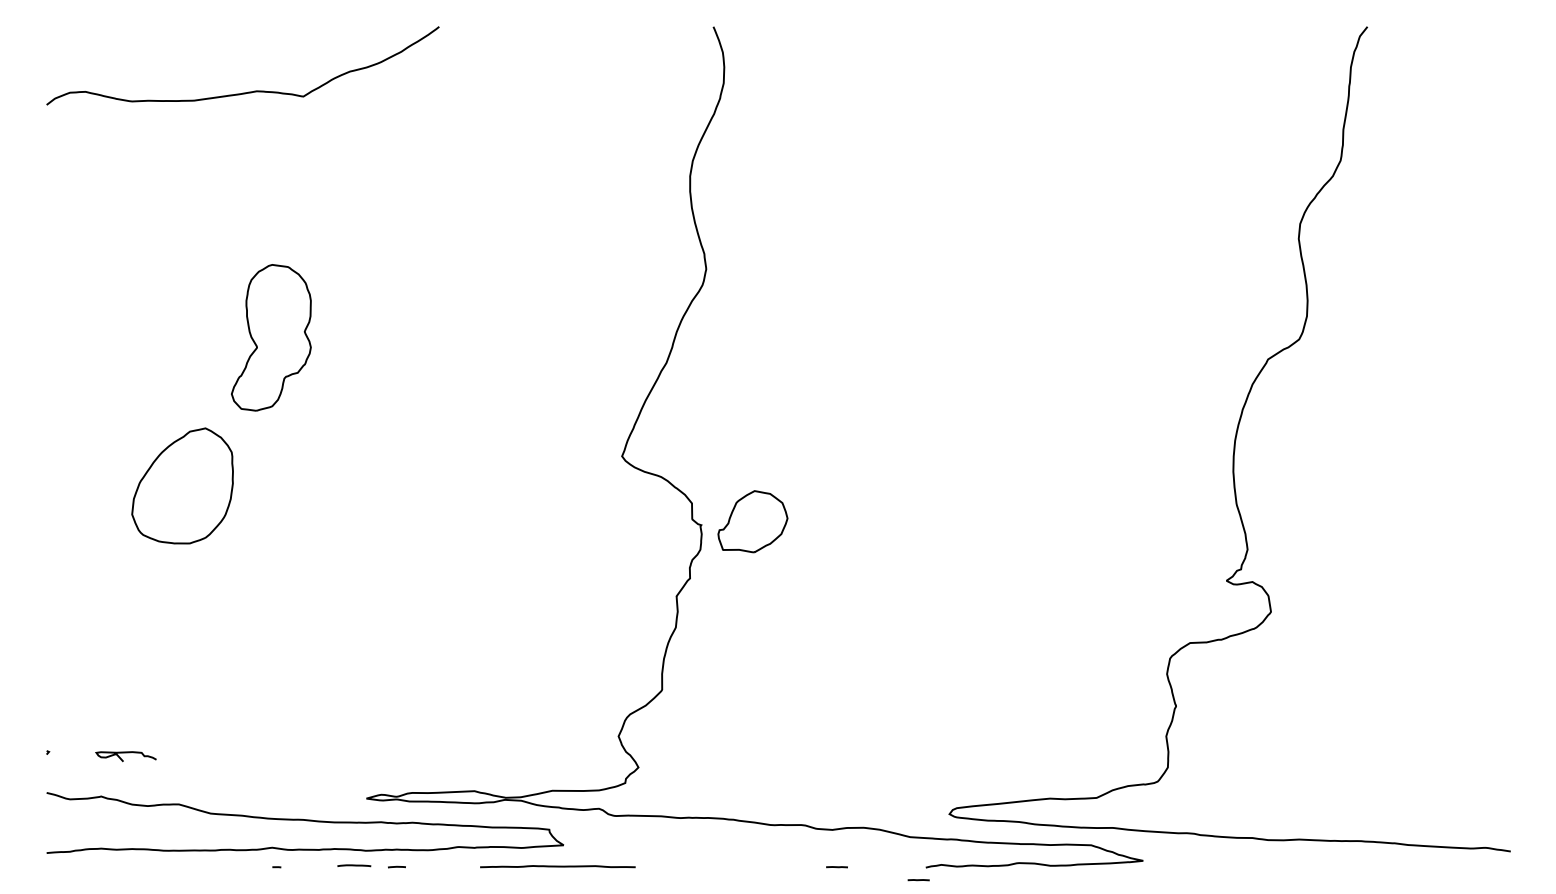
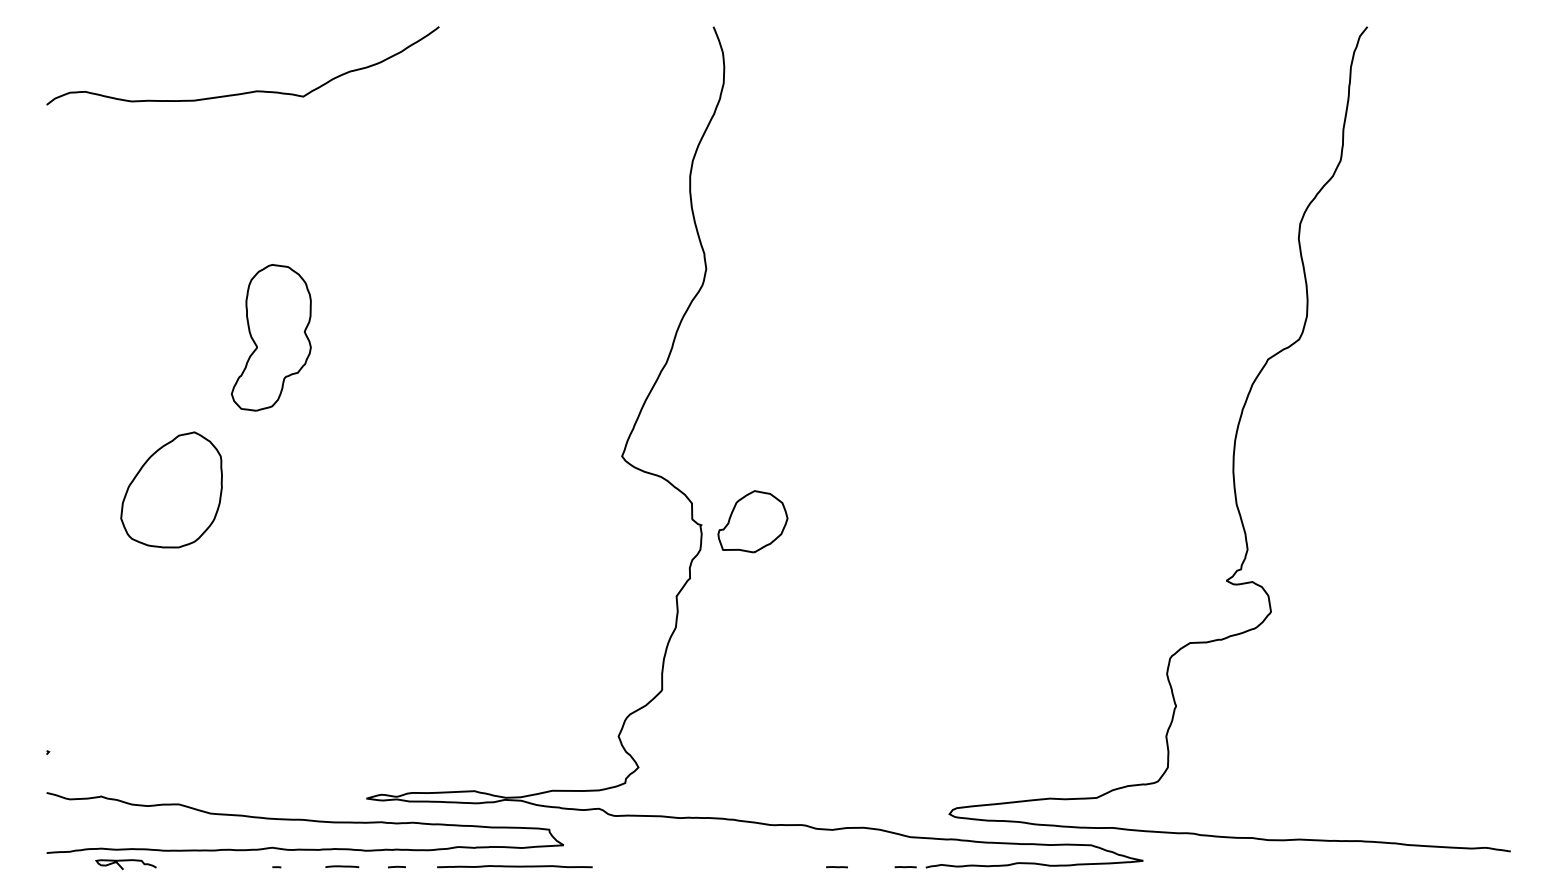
part at (182, 485) position: (182, 485) -> (171, 489)
curve at (125, 753) position: (125, 753) -> (125, 861)
line at (354, 865) position: (354, 865) -> (342, 866)
line at (557, 866) position: (557, 866) -> (514, 866)
line at (918, 880) position: (918, 880) -> (905, 867)
